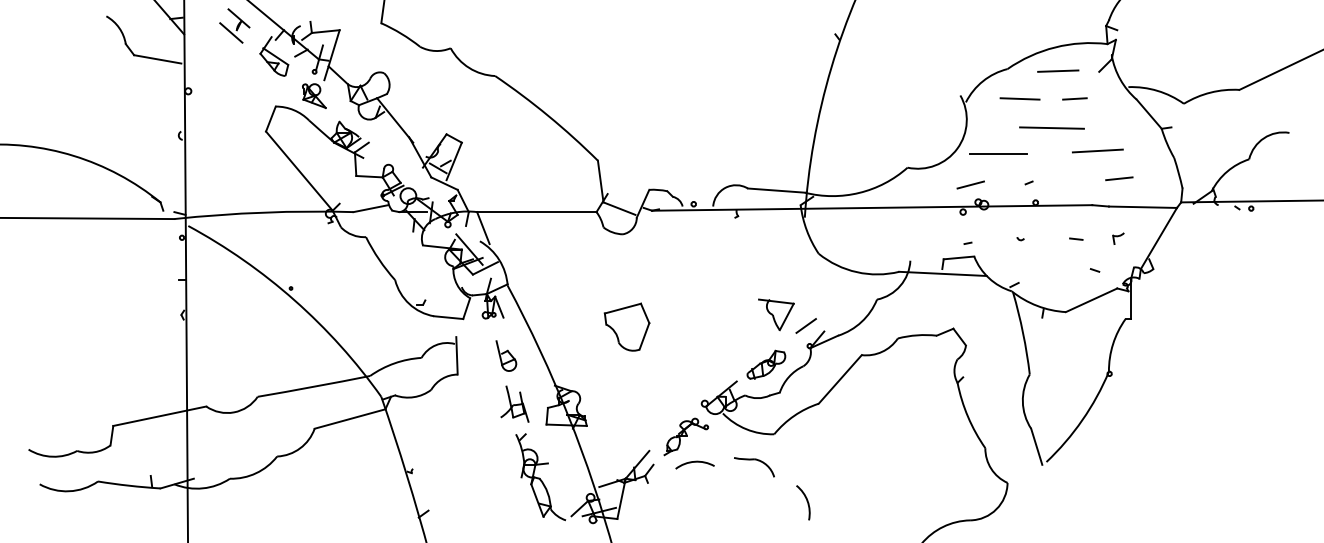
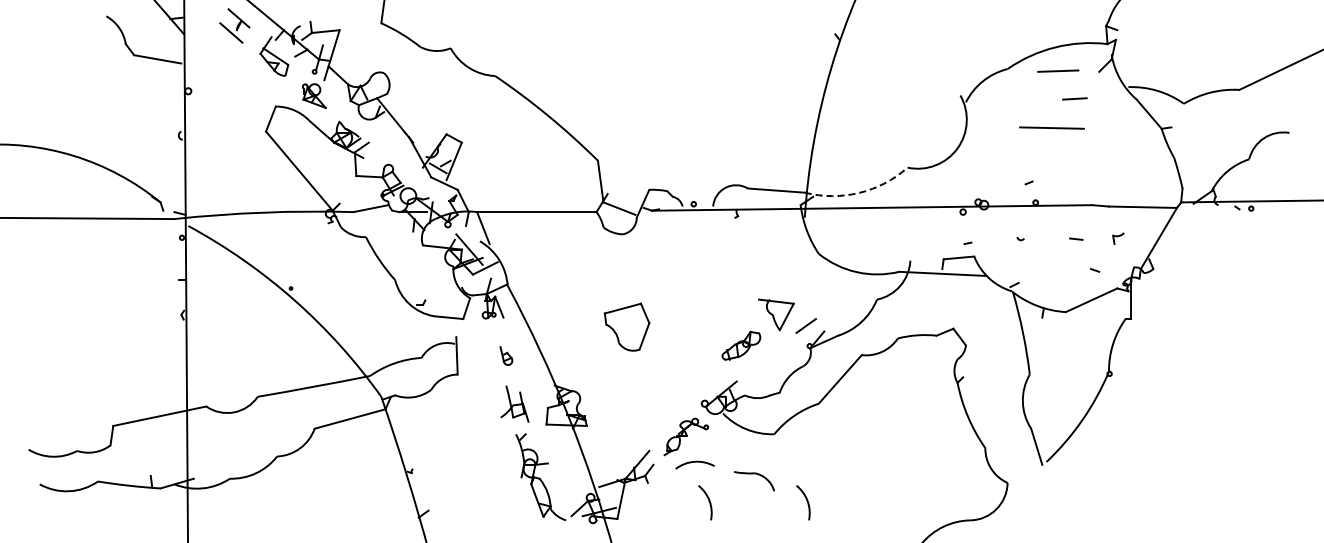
line at (1019, 98): present -> none
line at (1097, 150): present -> none
line at (998, 153): present -> none
line at (1119, 178): present -> none
line at (970, 184): present -> none
arc at (859, 192): solid -> dashed
part at (506, 355) size: 23x32 px -> 15x20 px
part at (766, 364) position: (766, 364) -> (741, 345)
part at (754, 460) position: (754, 460) -> (754, 474)
arc at (708, 501): none -> present
